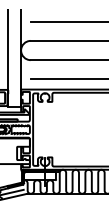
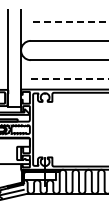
line at (69, 21): solid -> dashed
line at (69, 79): solid -> dashed
